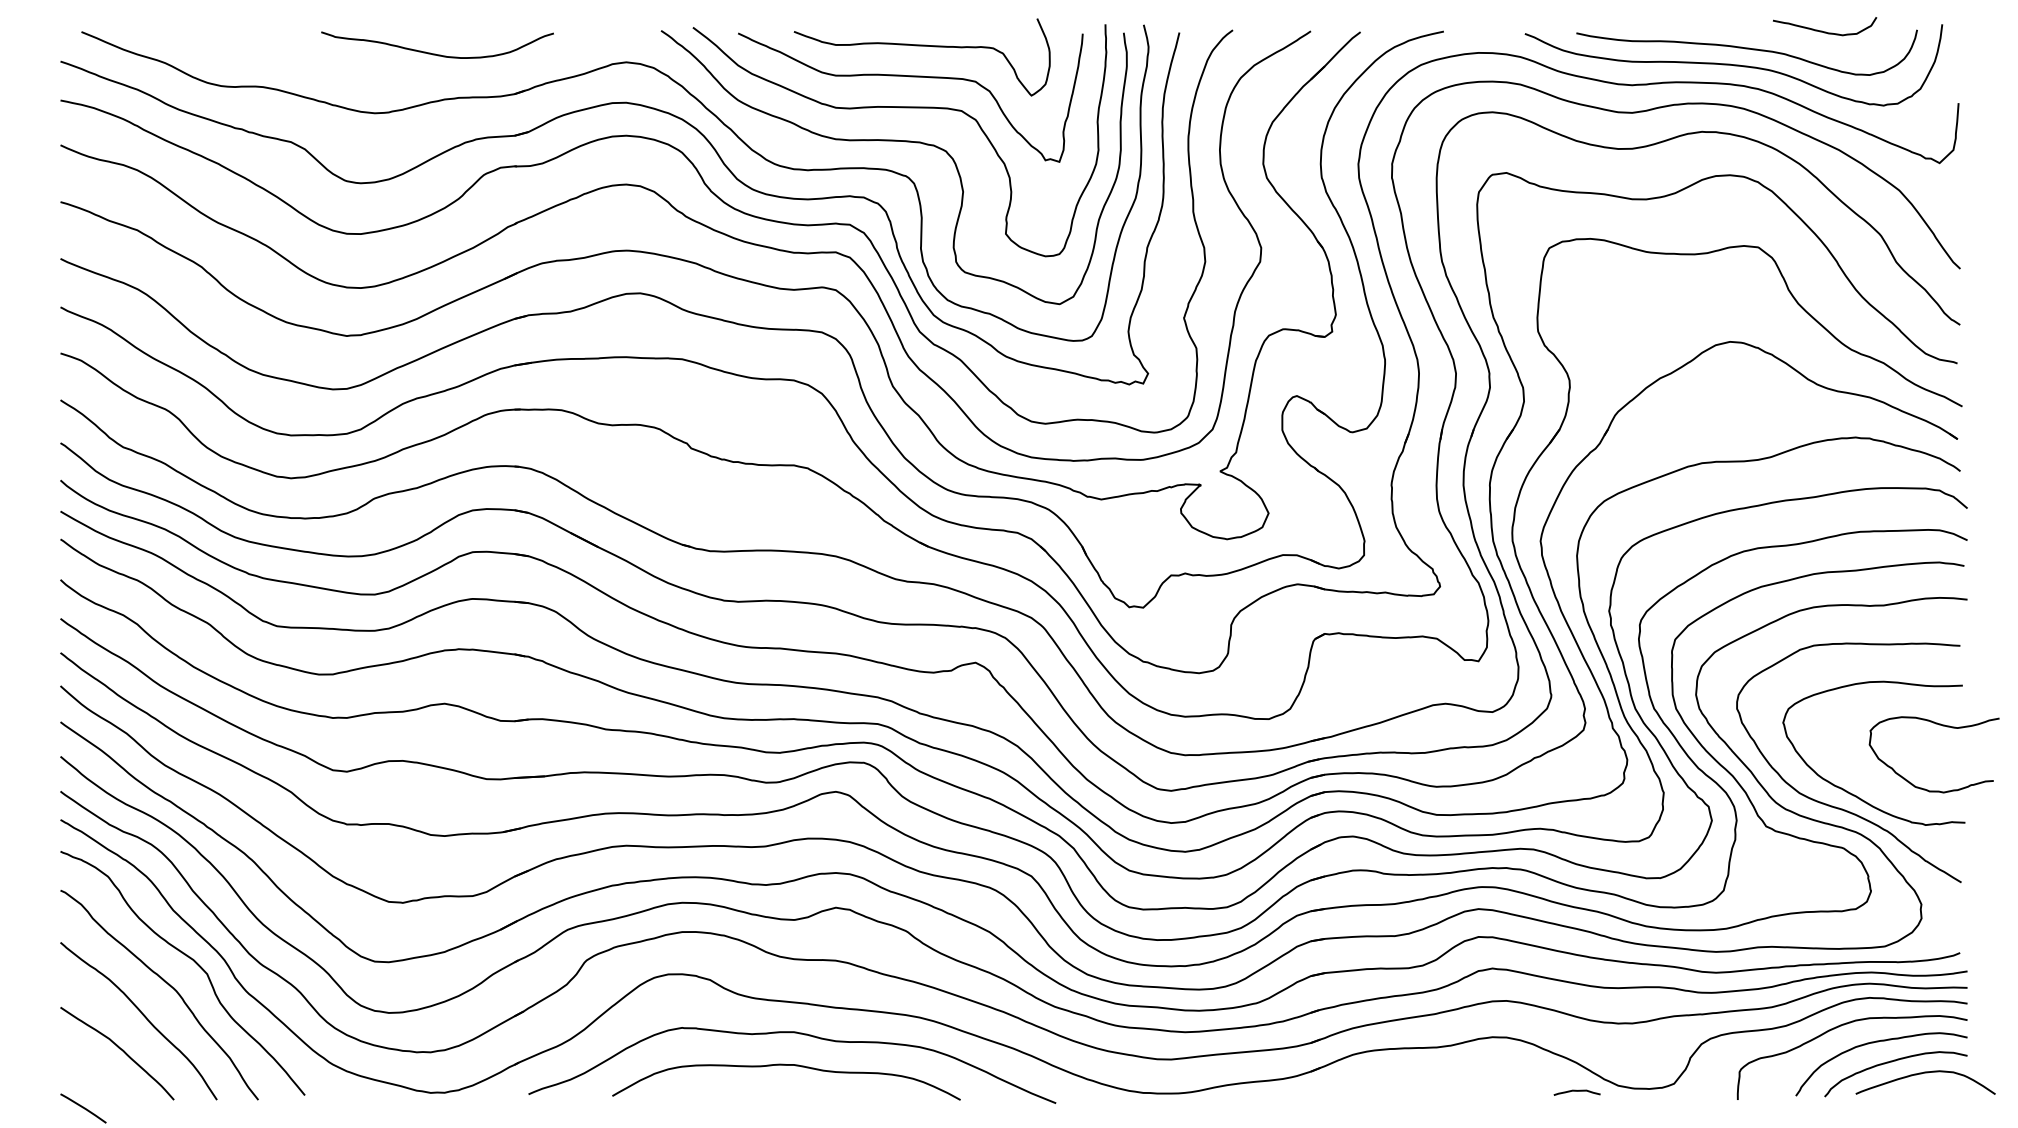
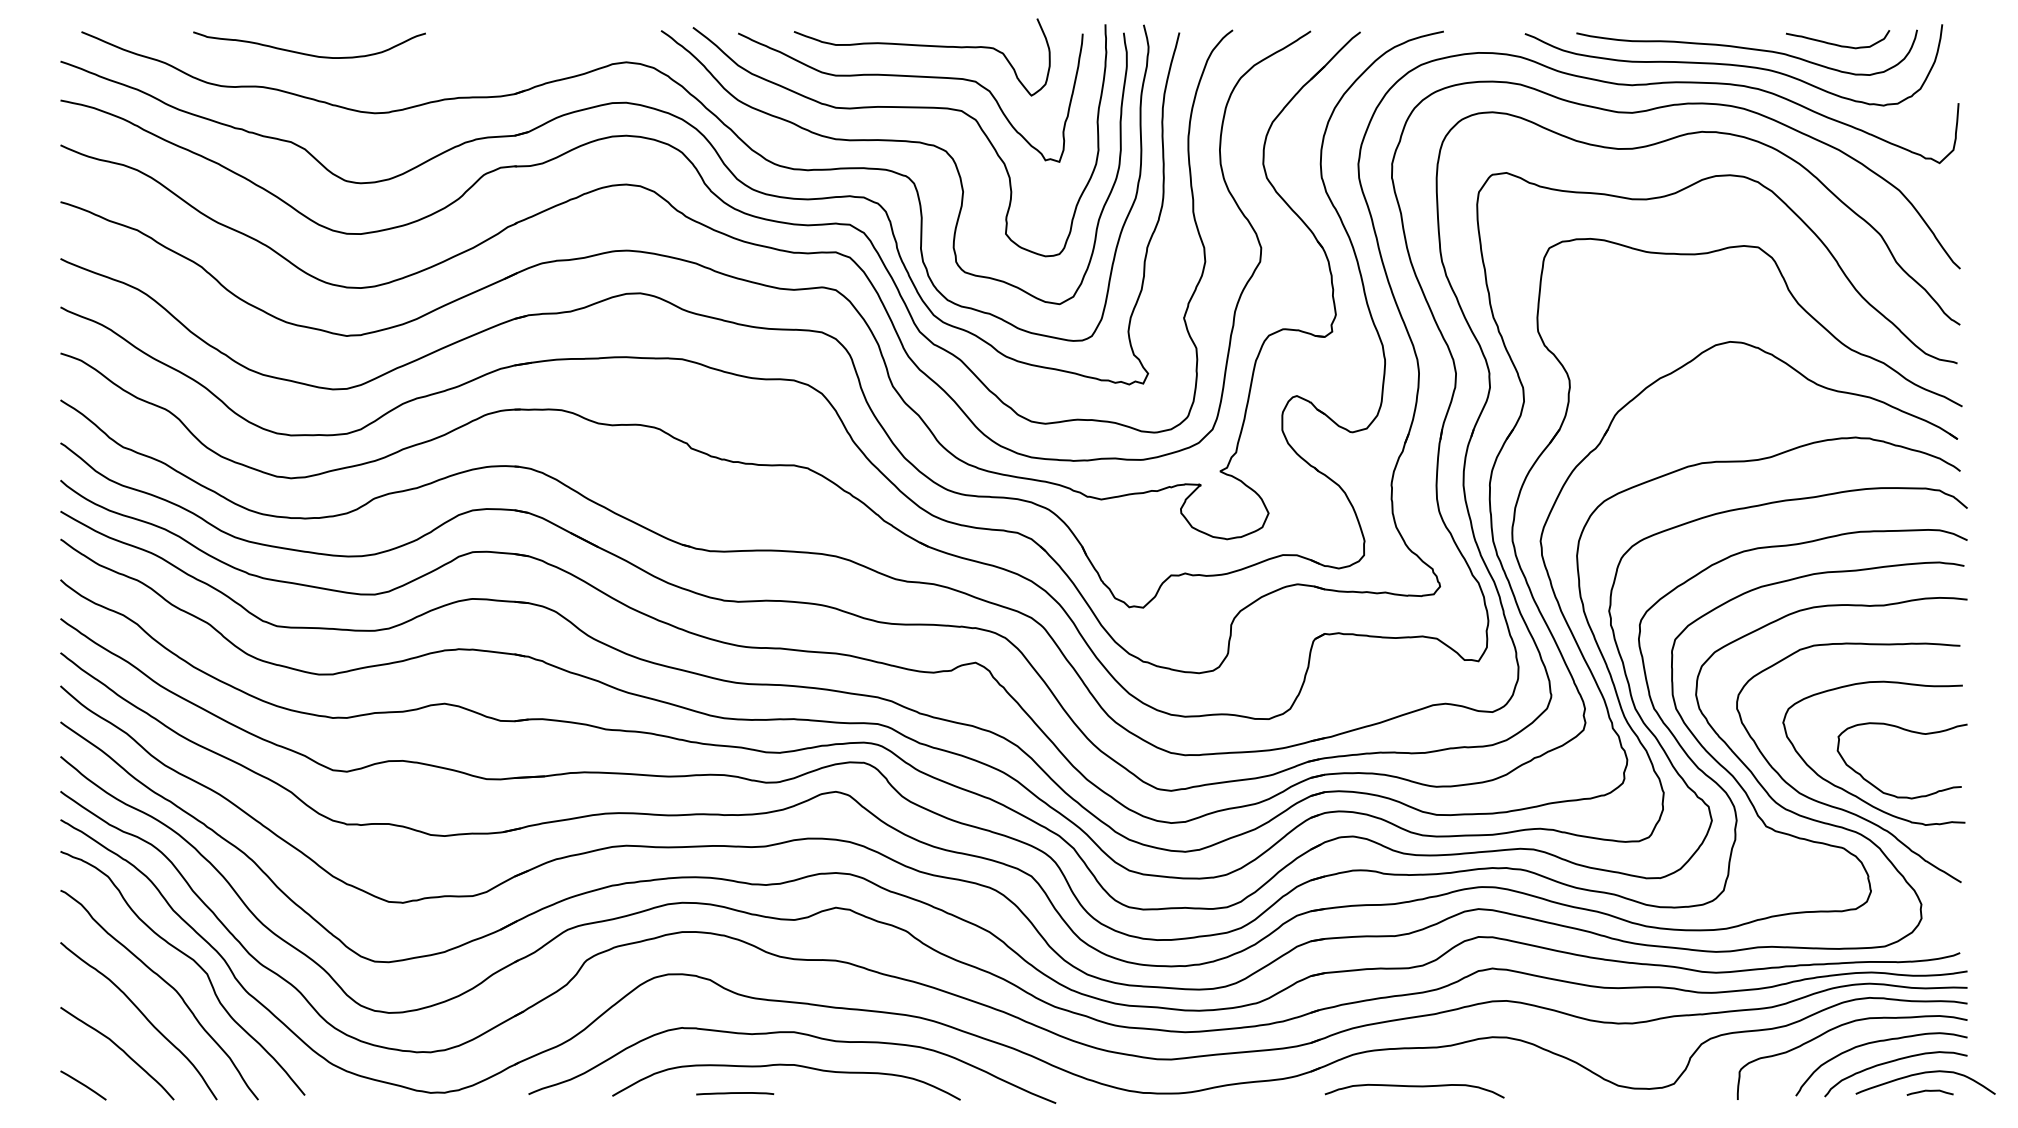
curve at (1822, 30) position: (1822, 30) -> (1835, 43)
curve at (435, 53) position: (435, 53) -> (307, 53)
curve at (1942, 726) position: (1942, 726) -> (1910, 732)
curve at (1414, 1087): none -> present
curve at (1576, 1091) position: (1576, 1091) -> (1929, 1091)
line at (735, 1093): none -> present
line at (83, 1108) position: (83, 1108) -> (83, 1085)
